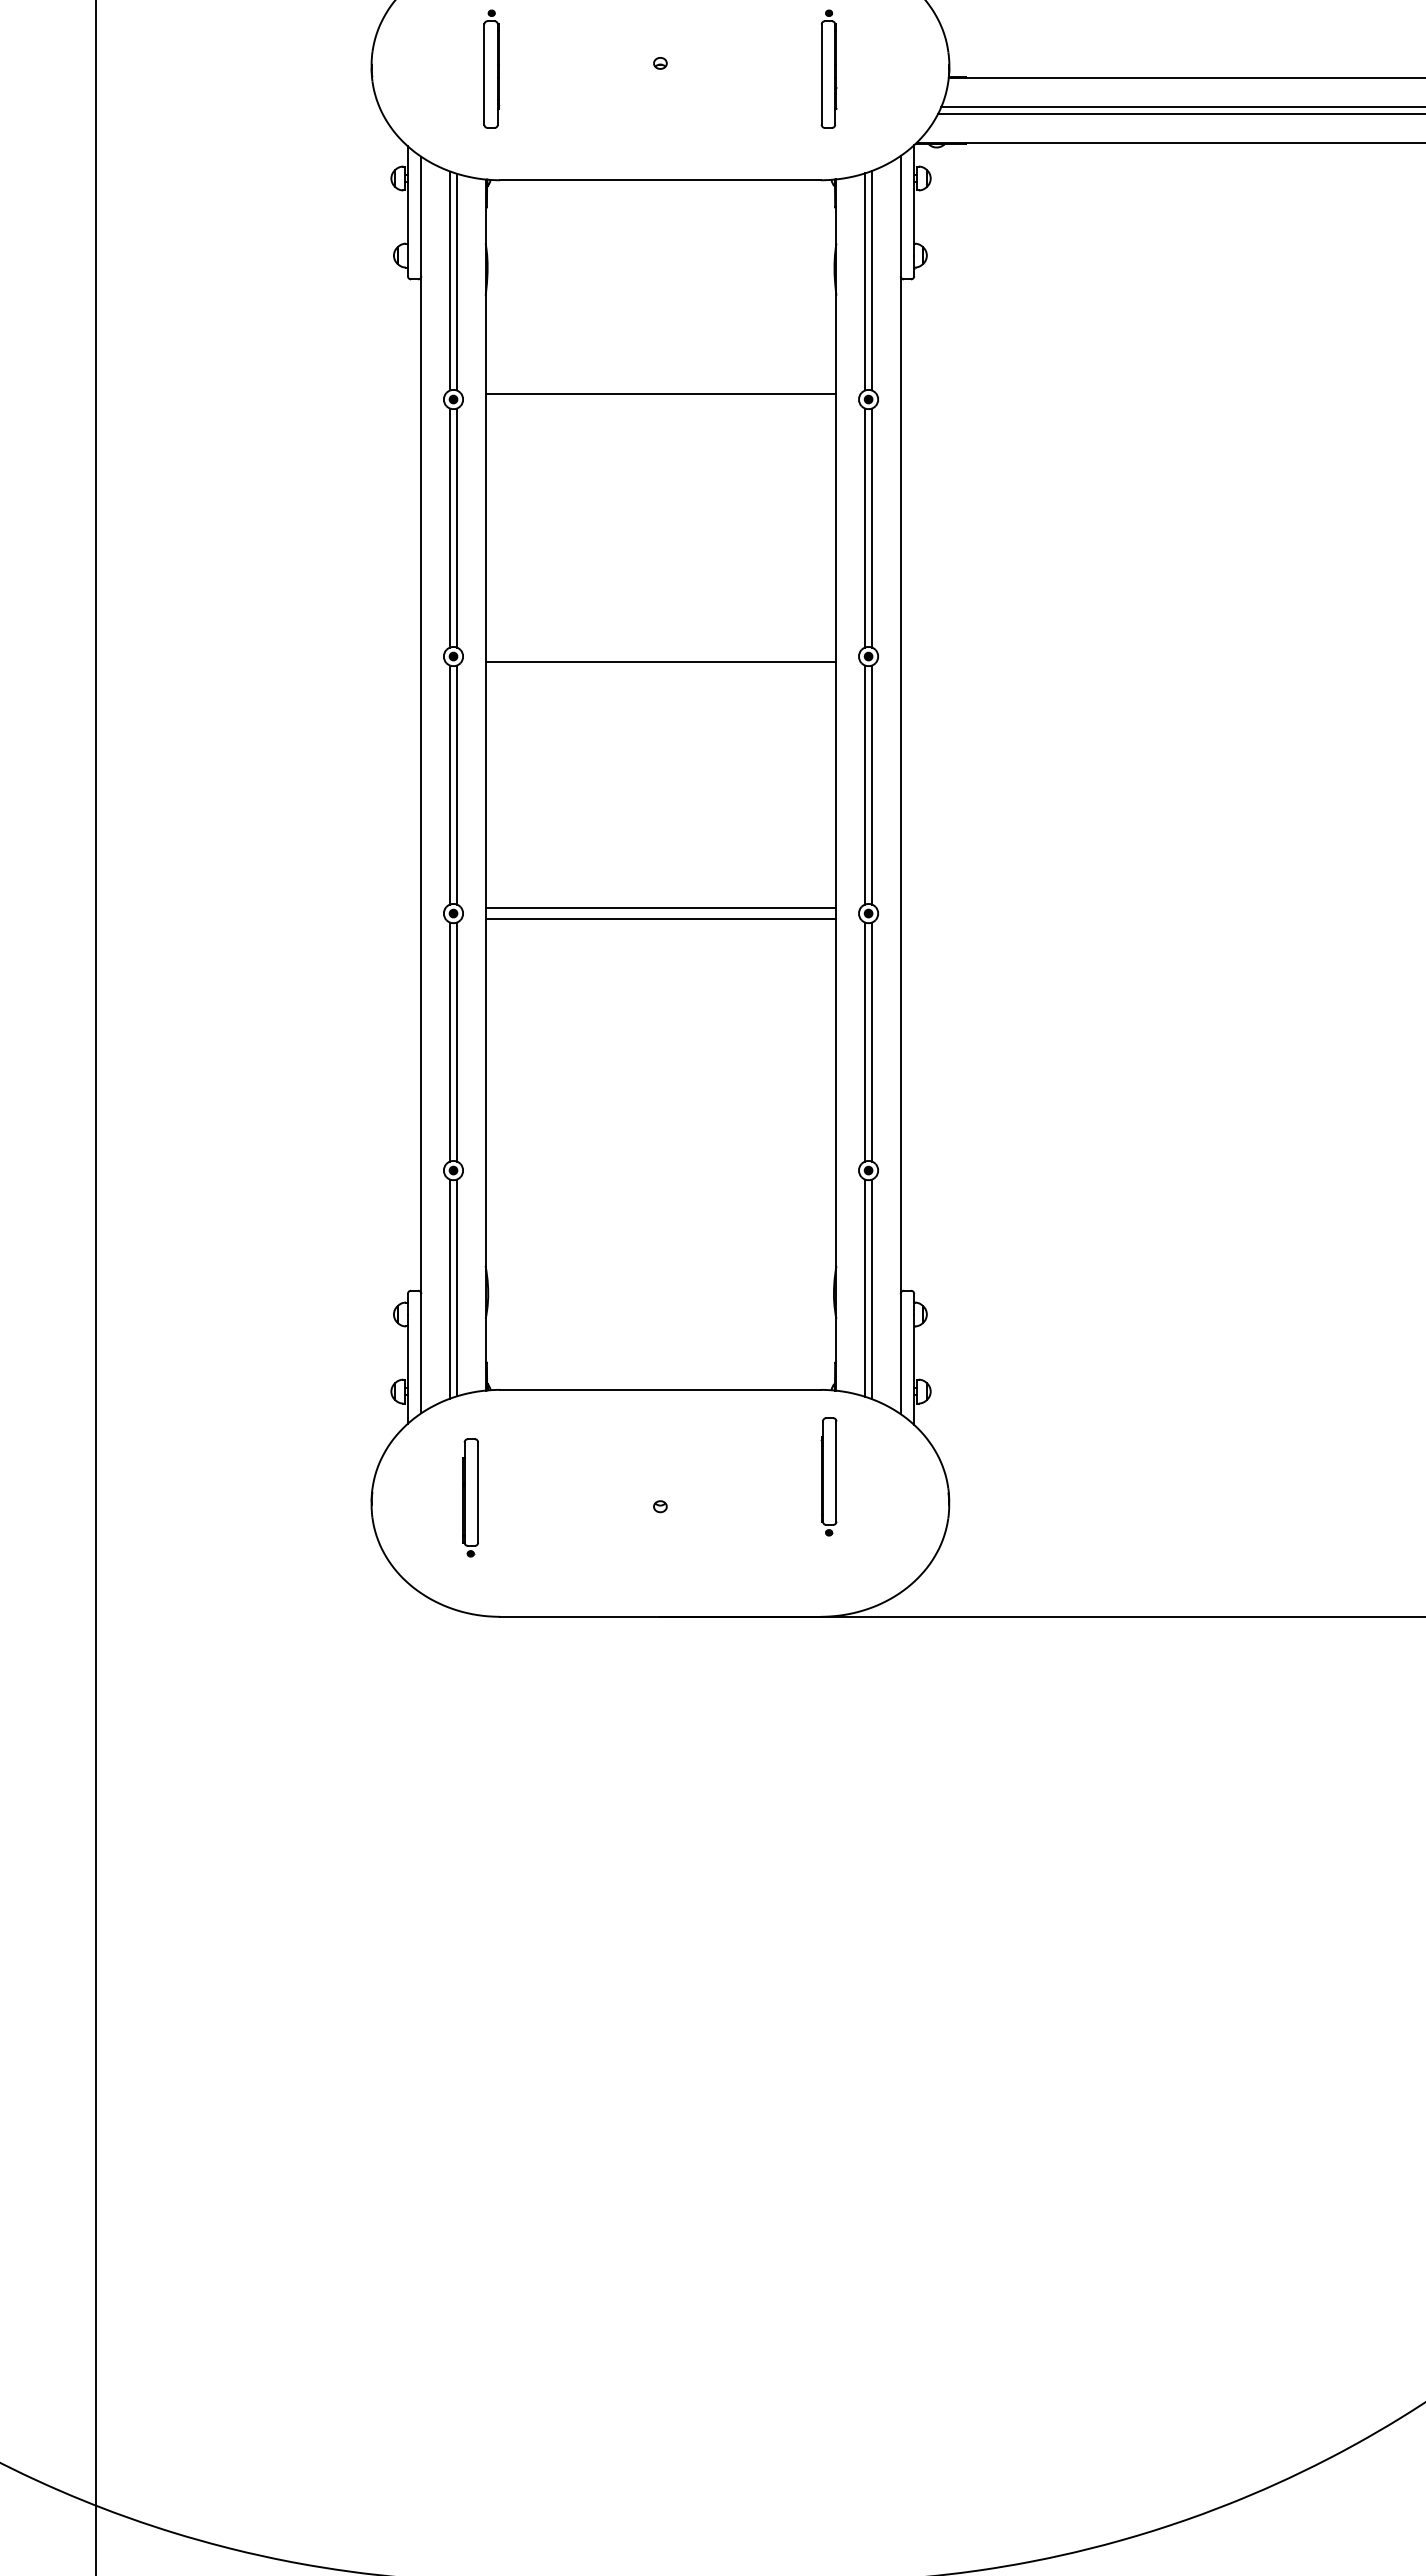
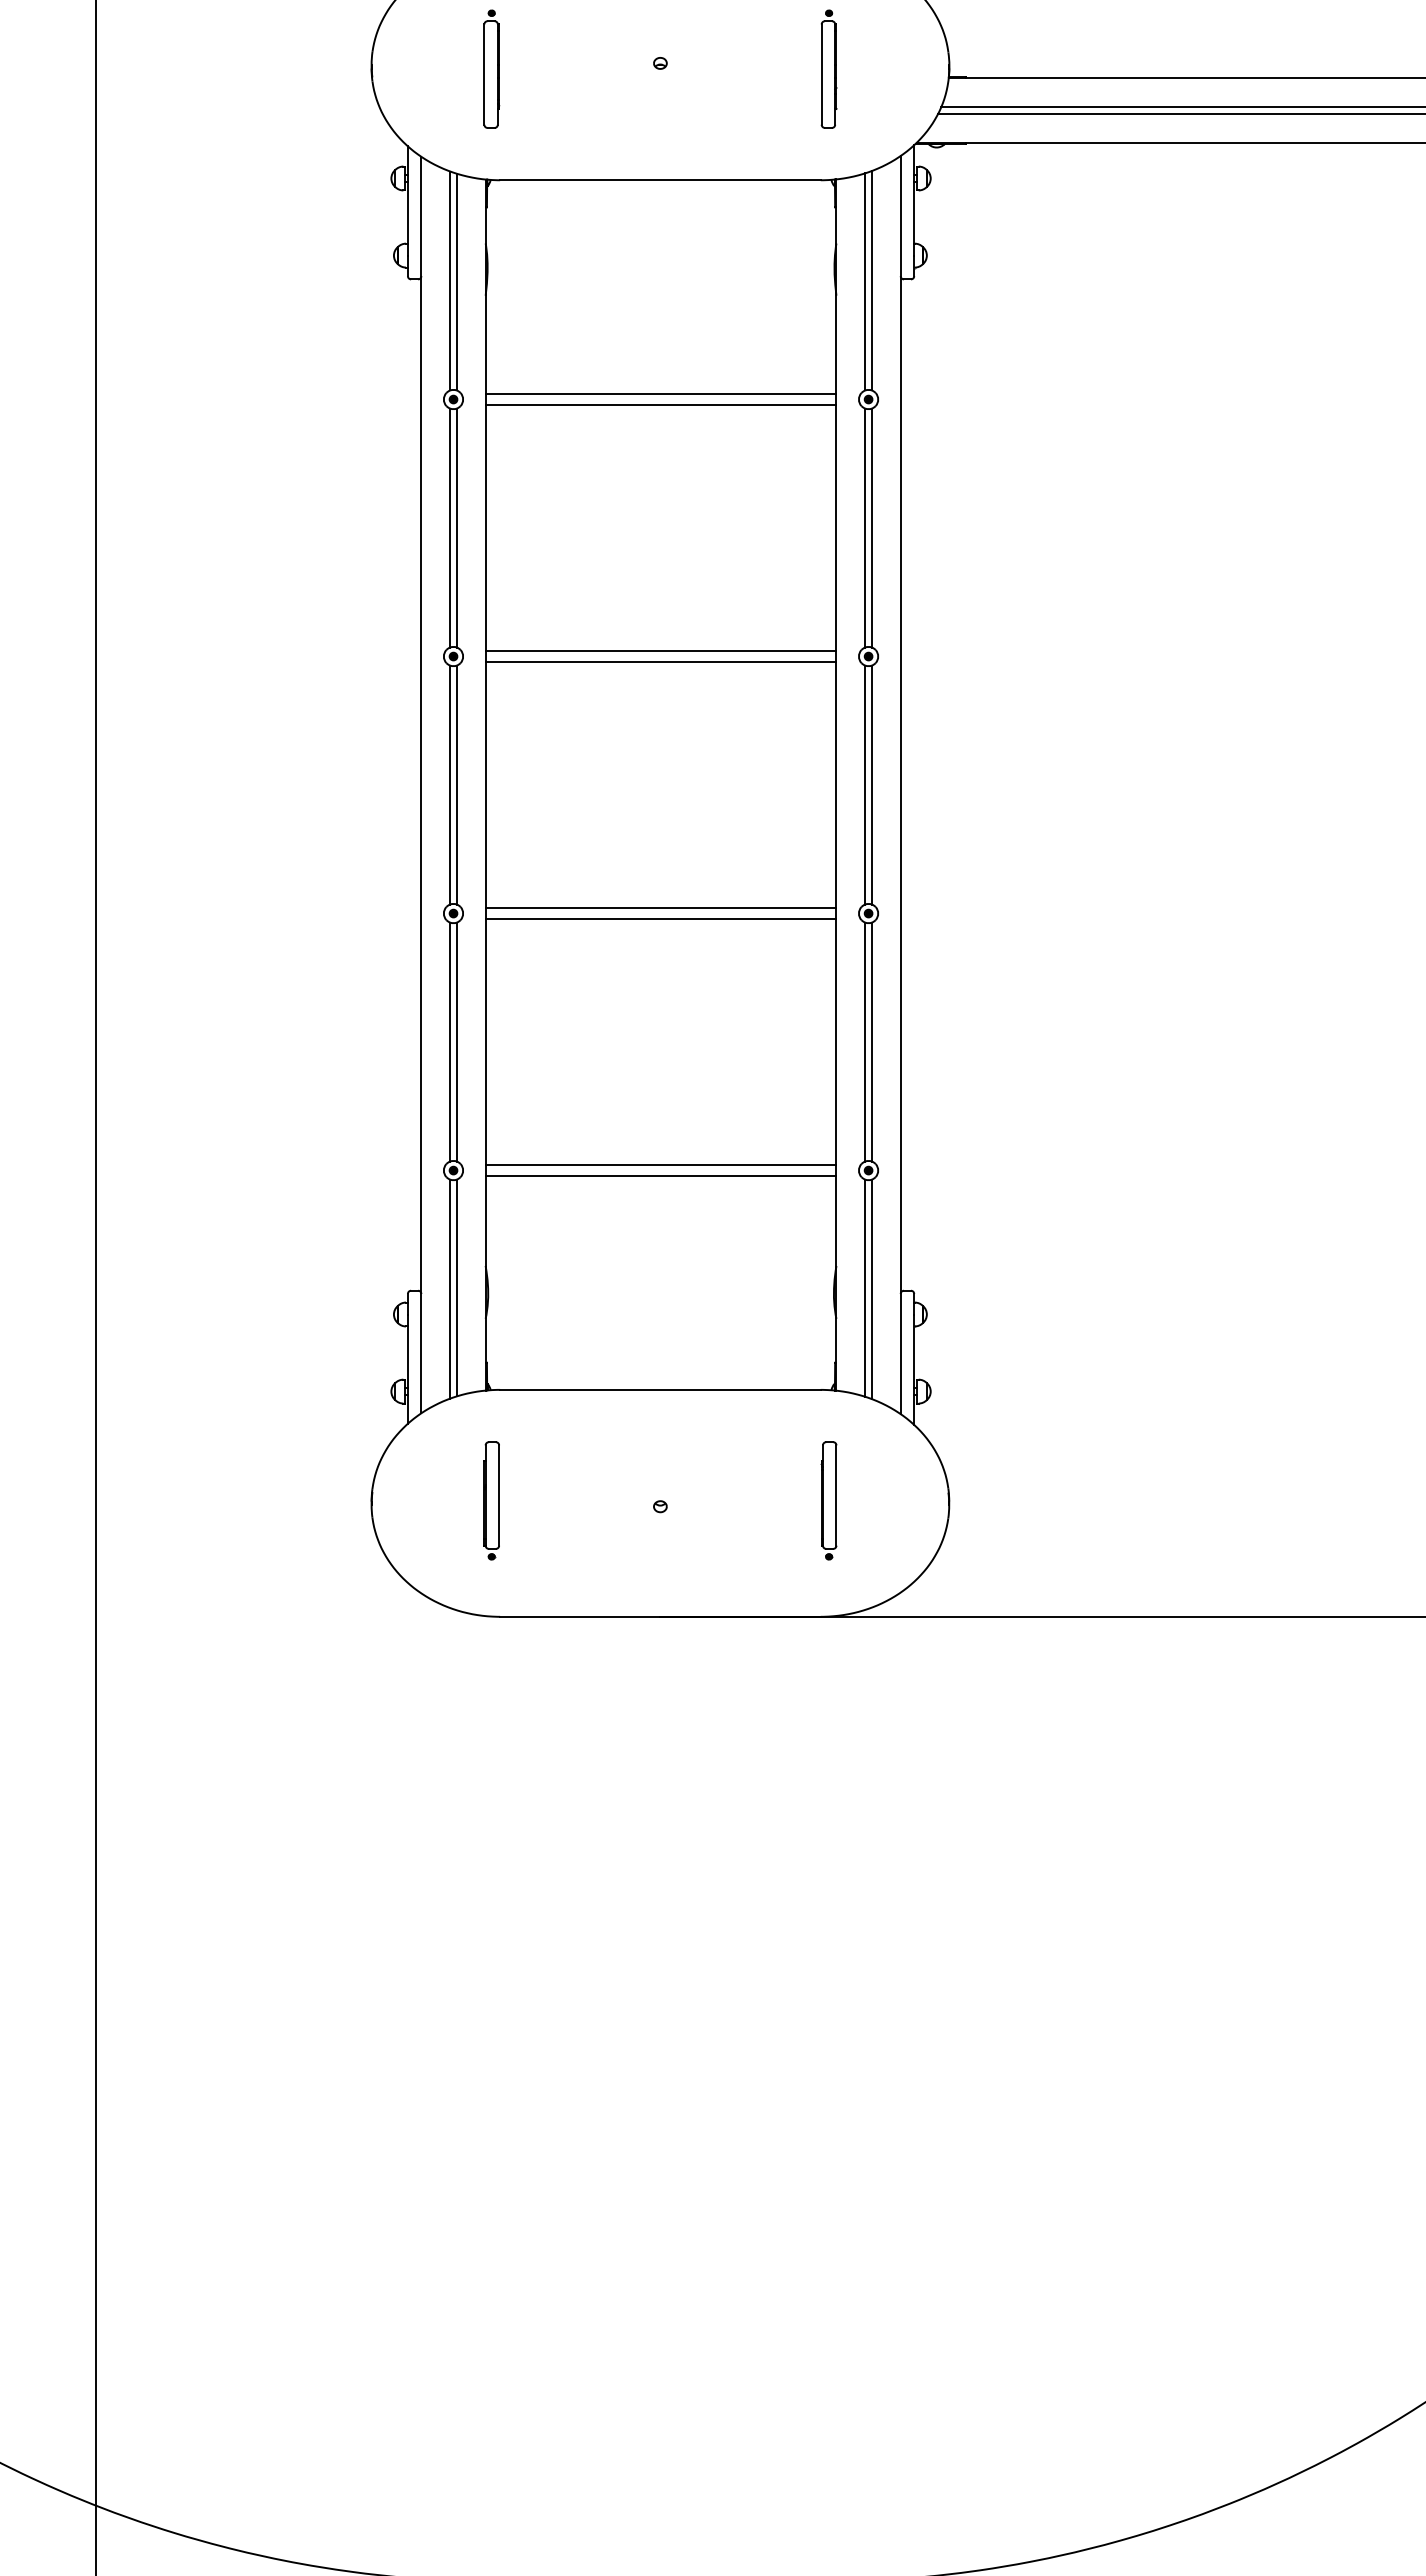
line at (660, 404): none -> present
line at (660, 651): none -> present
line at (660, 1165): none -> present
line at (660, 1175): none -> present
part at (828, 1476) position: (828, 1476) -> (828, 1500)
part at (470, 1497) position: (470, 1497) -> (491, 1500)
